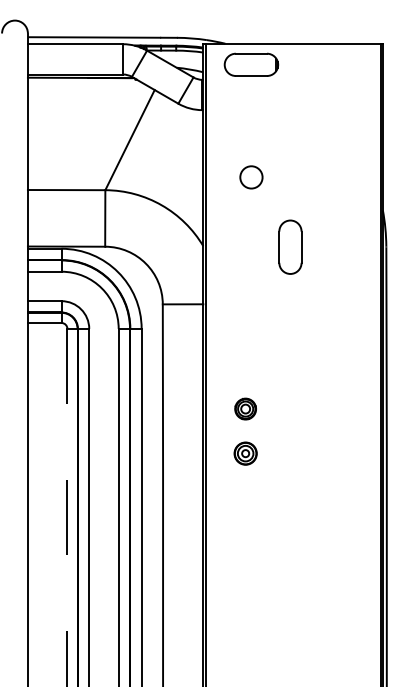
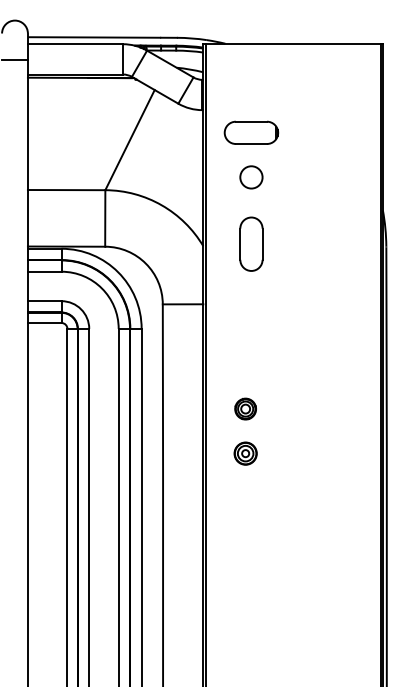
line at (14, 59): none -> present
part at (251, 64) position: (251, 64) -> (251, 132)
part at (290, 246) position: (290, 246) -> (251, 243)
line at (67, 507): dashed -> solid
